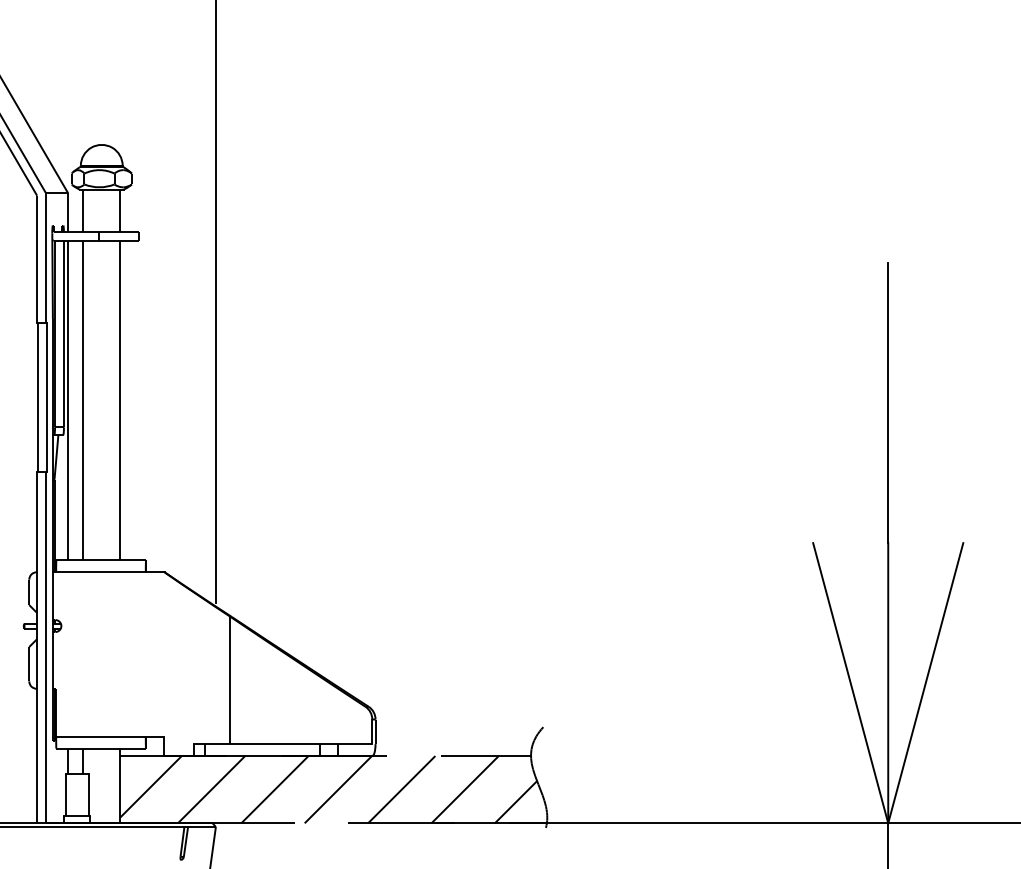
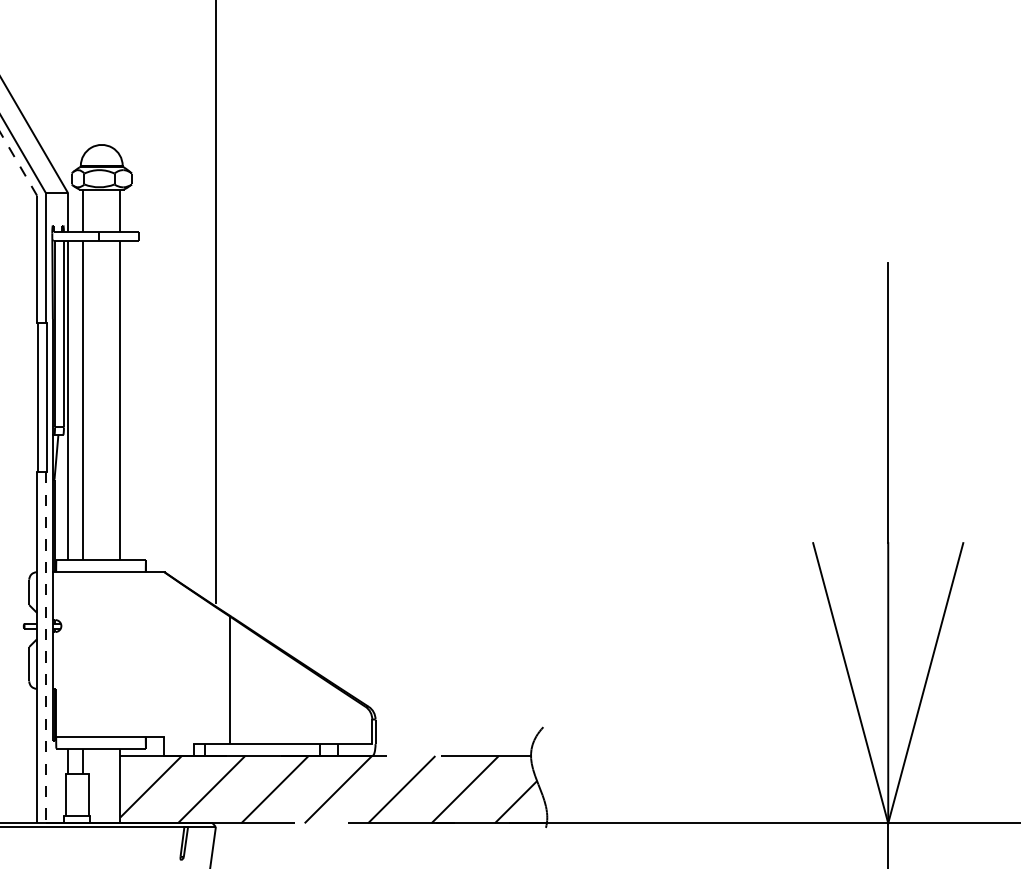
line at (18, 163): solid -> dashed
line at (46, 647): solid -> dashed
